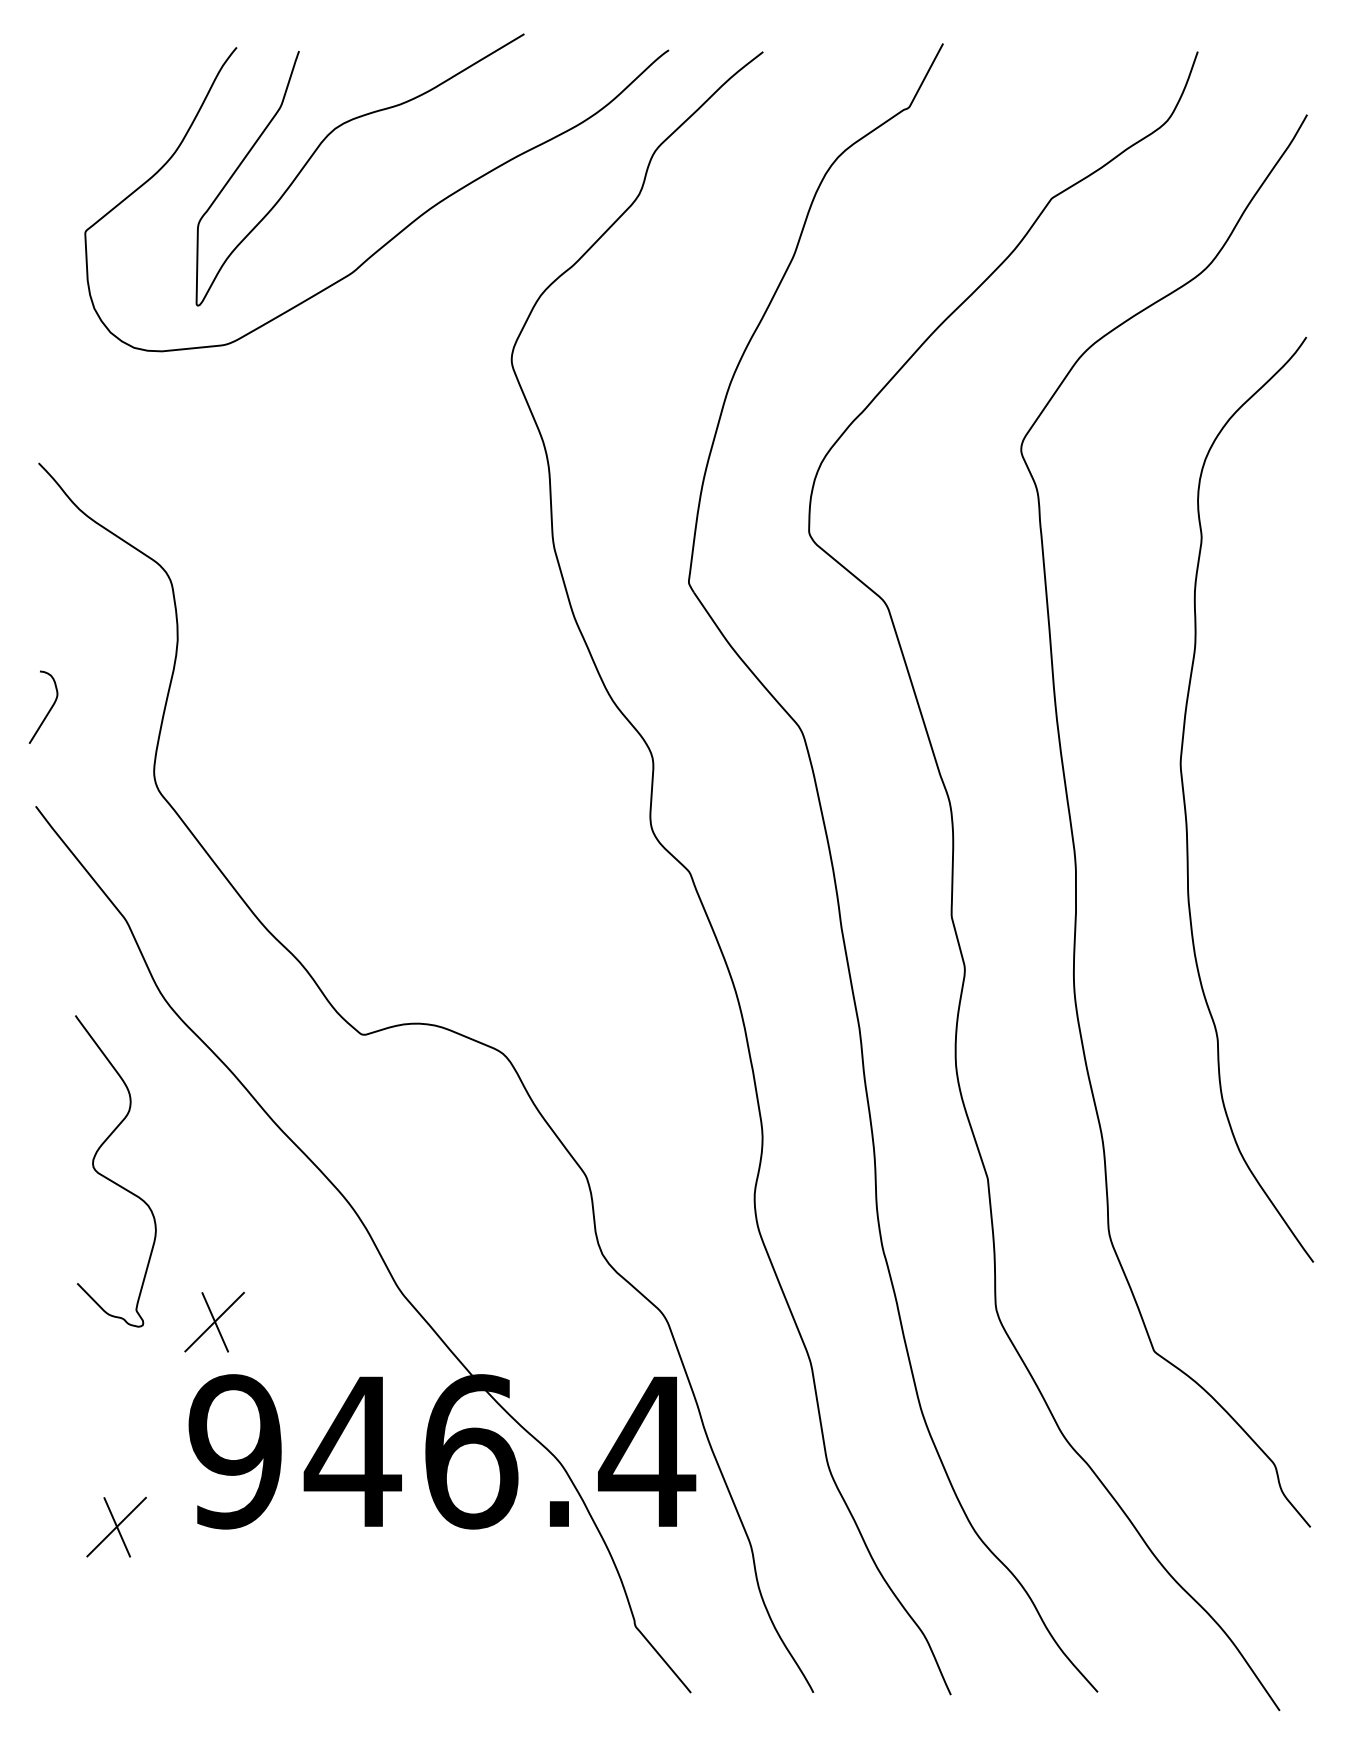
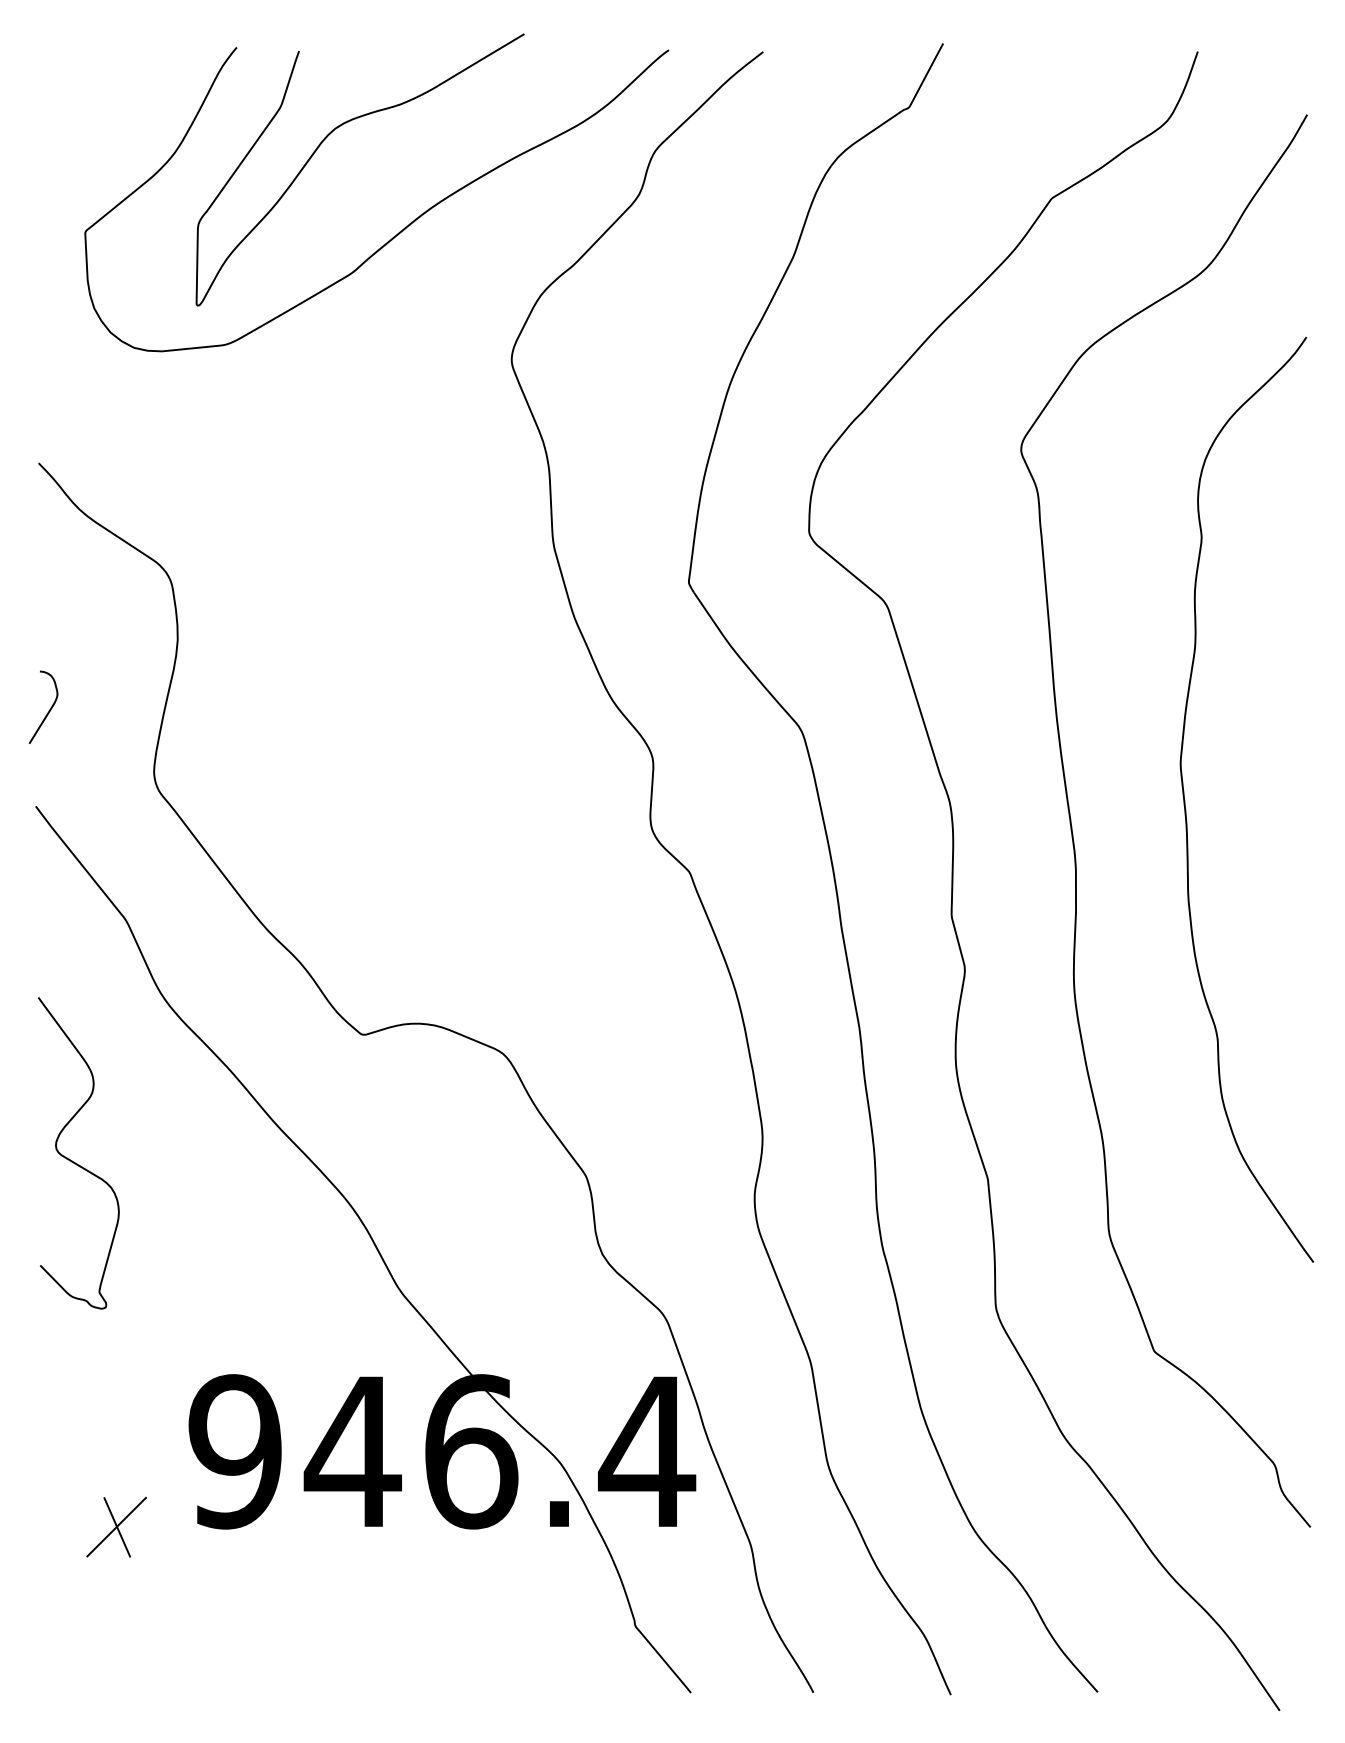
curve at (111, 1179) position: (111, 1179) -> (74, 1161)
part at (214, 1321): present -> none
